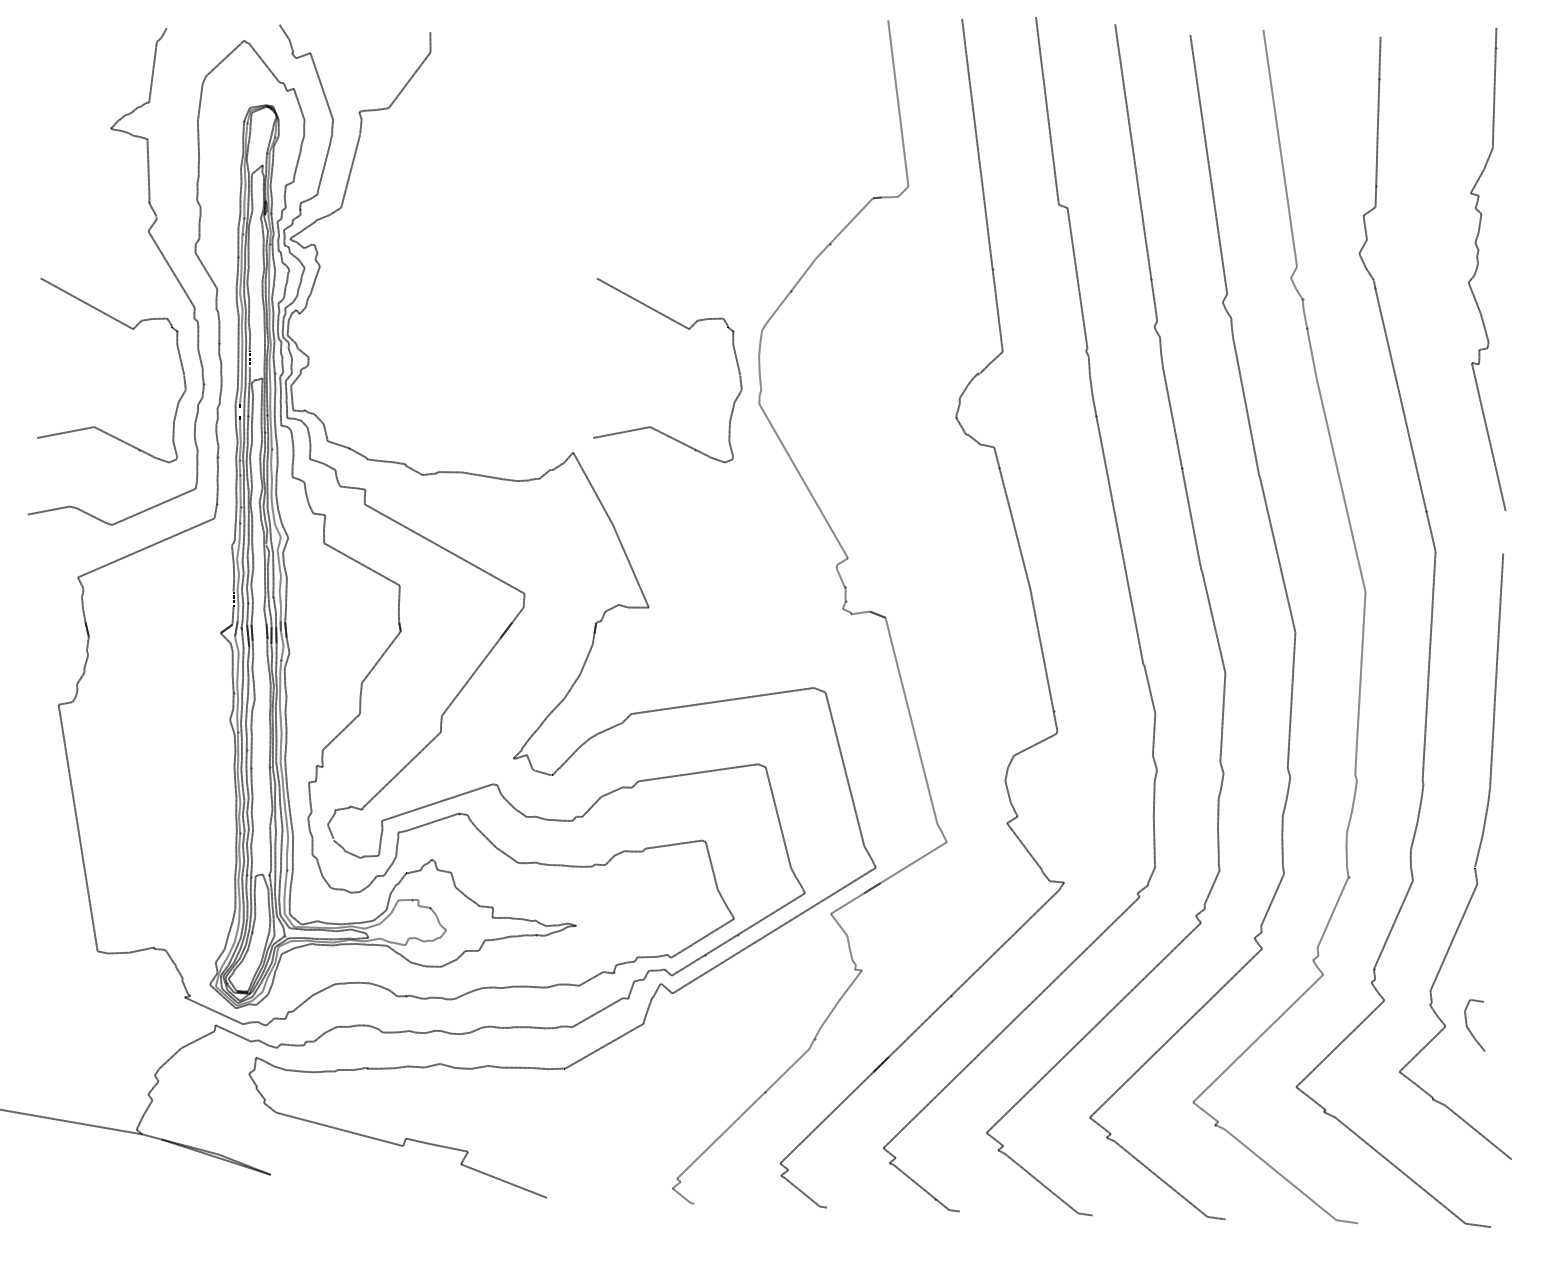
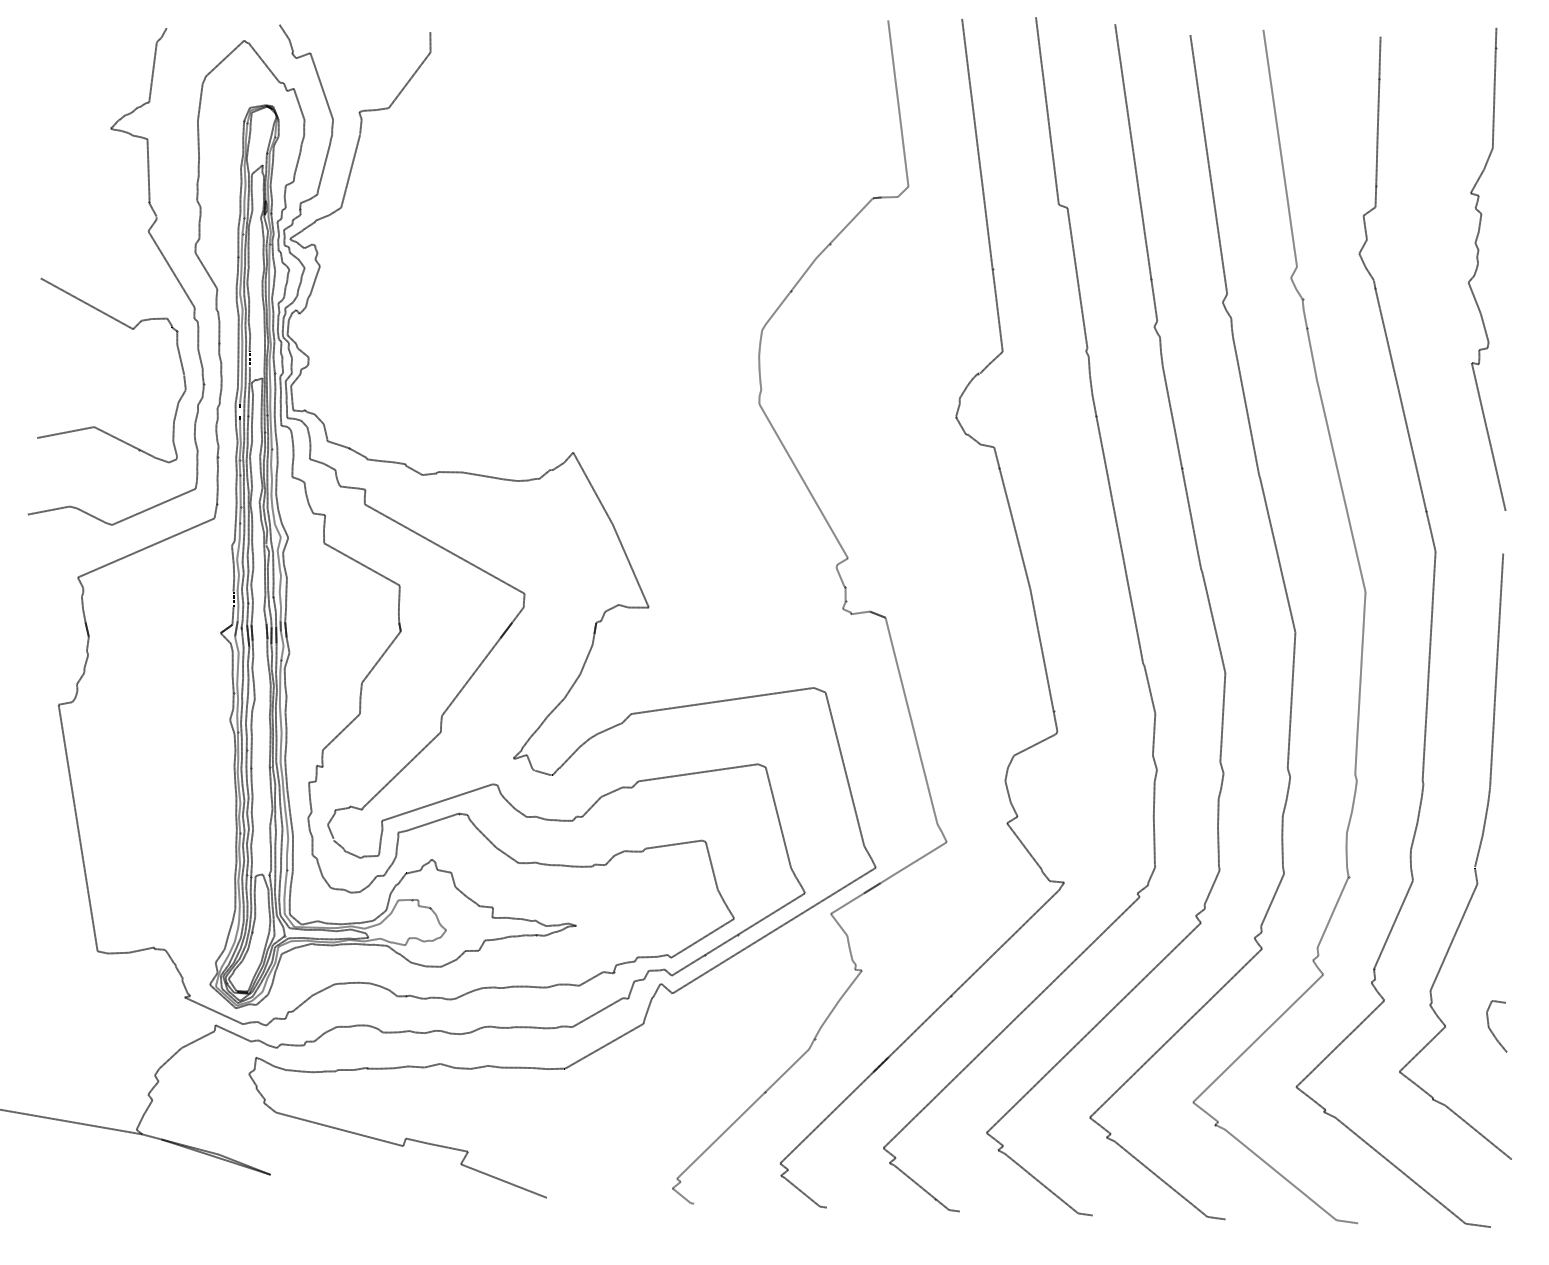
curve at (687, 329): present -> none
curve at (1469, 1028) position: (1469, 1028) -> (1491, 1029)
